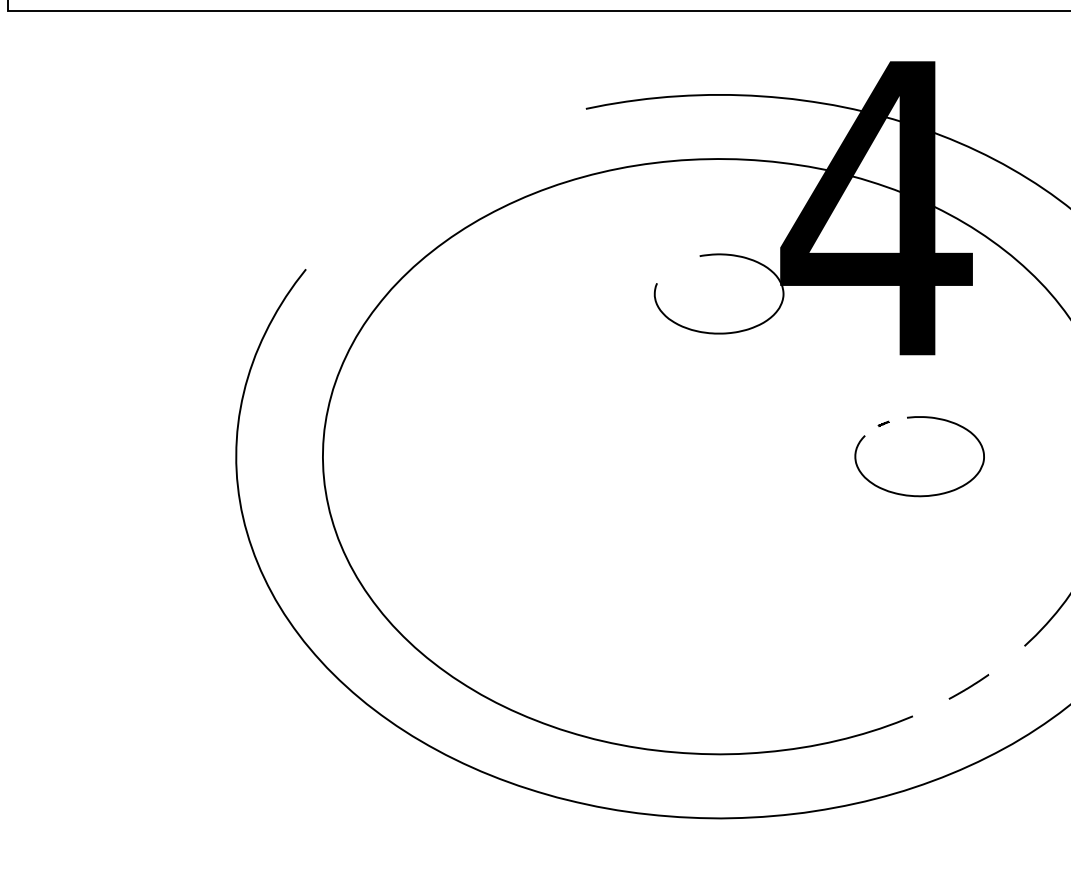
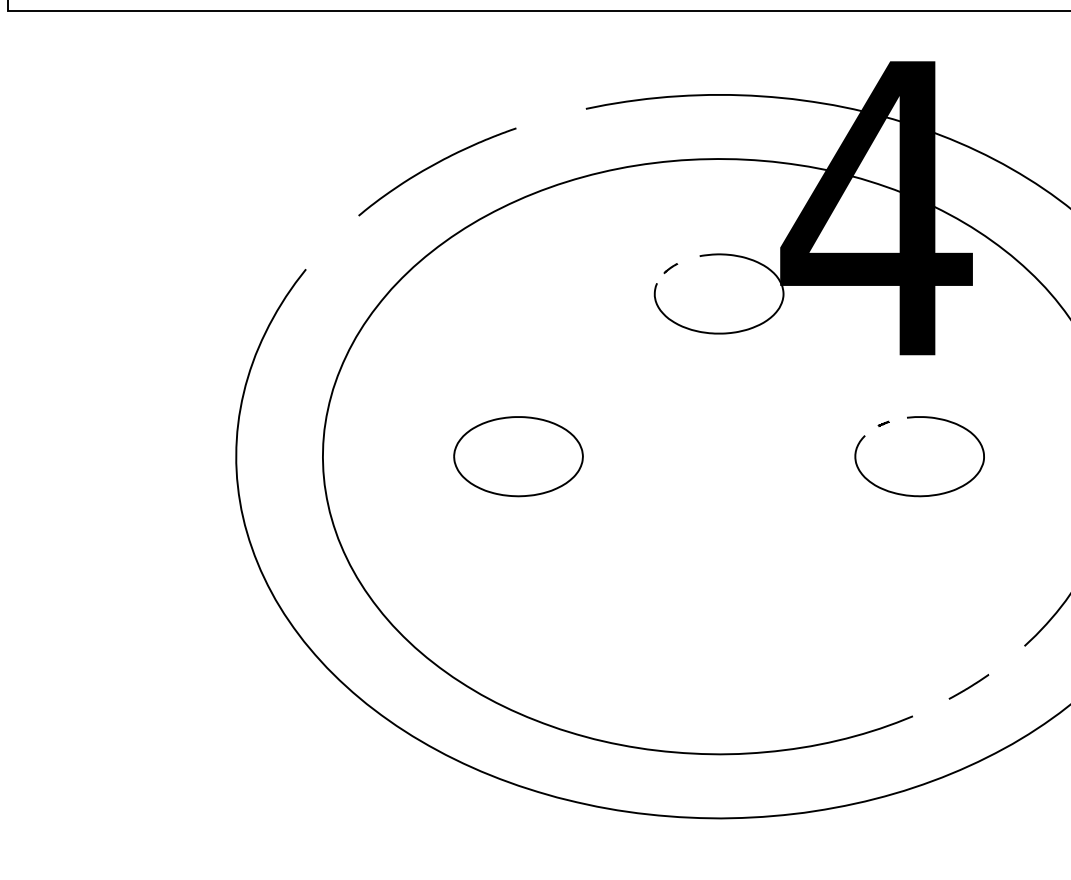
curve at (435, 165): none -> present
line at (670, 268): none -> present
part at (518, 456): none -> present
